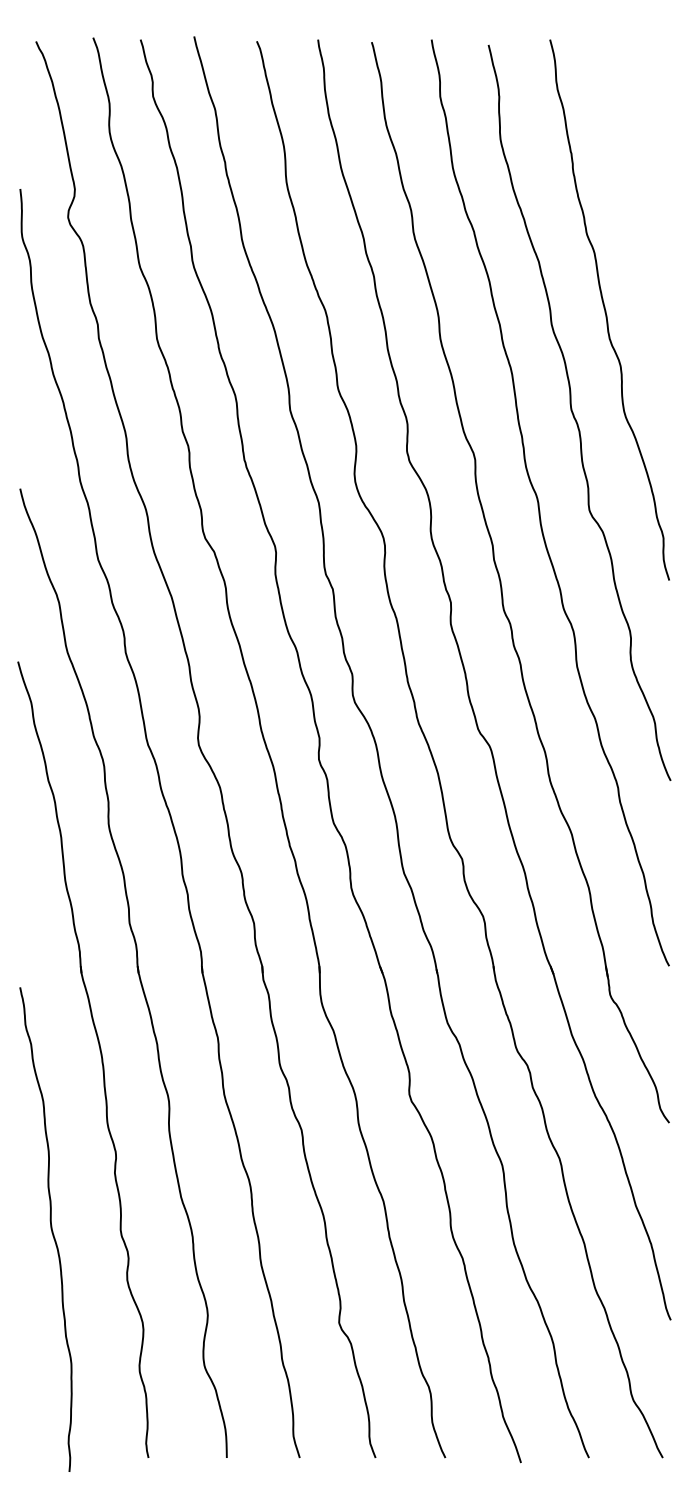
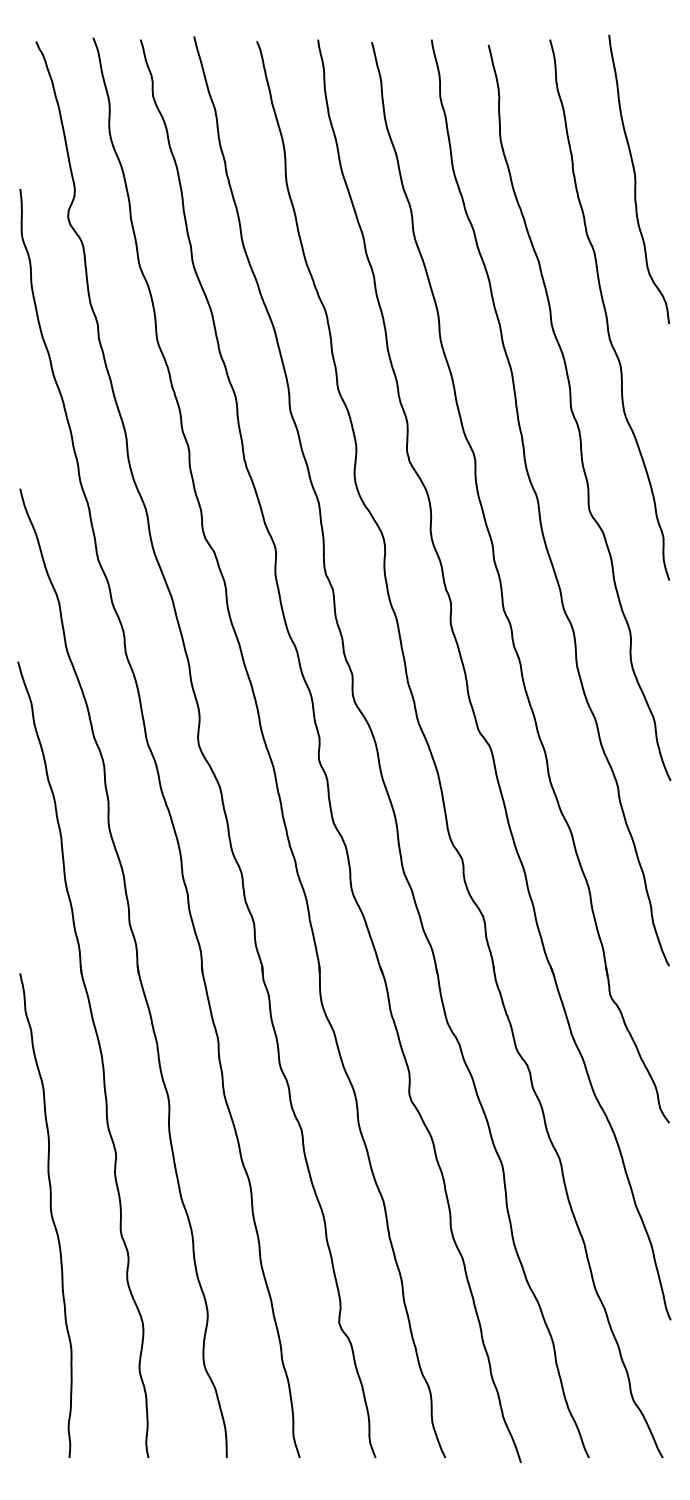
curve at (636, 179): none -> present
curve at (50, 1229) position: (50, 1229) -> (50, 1215)
